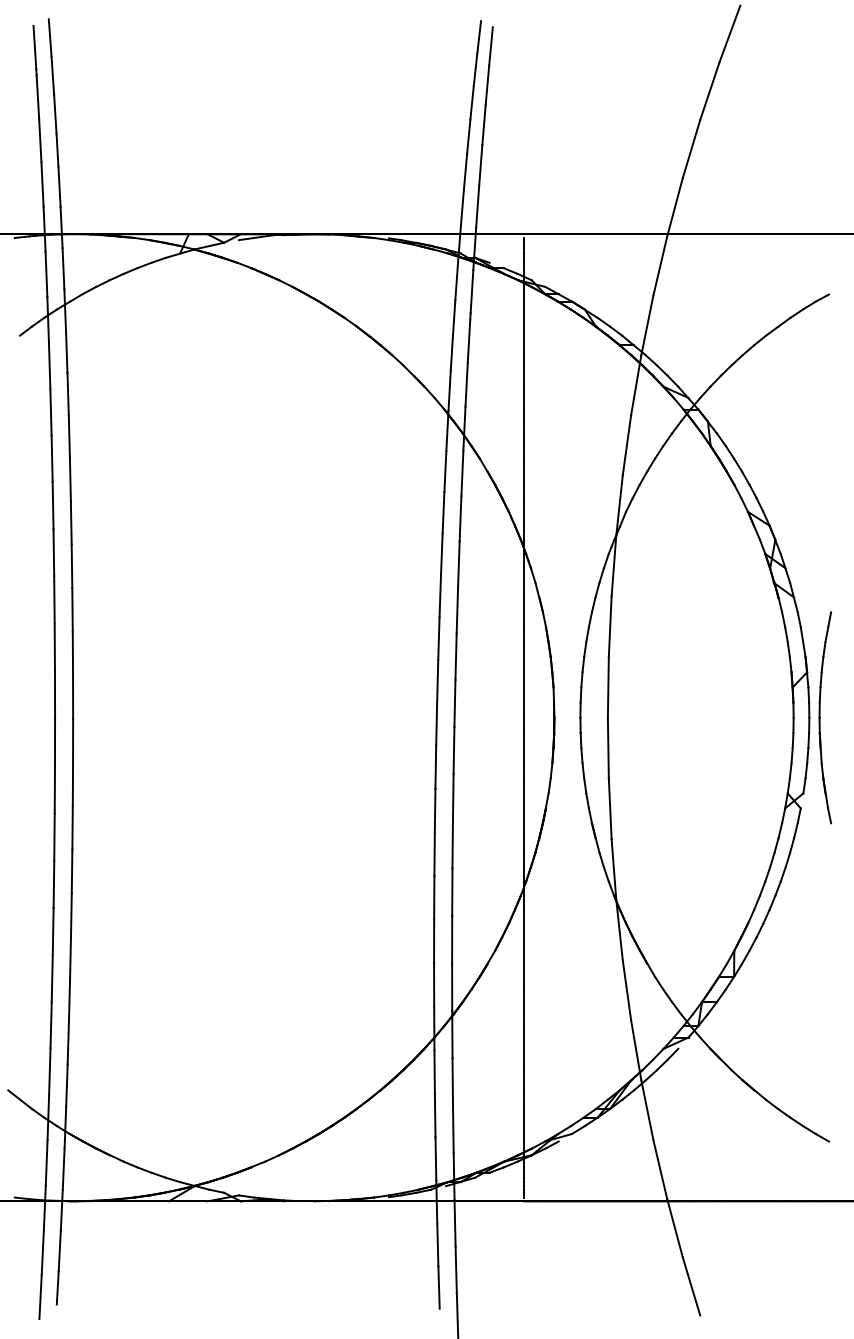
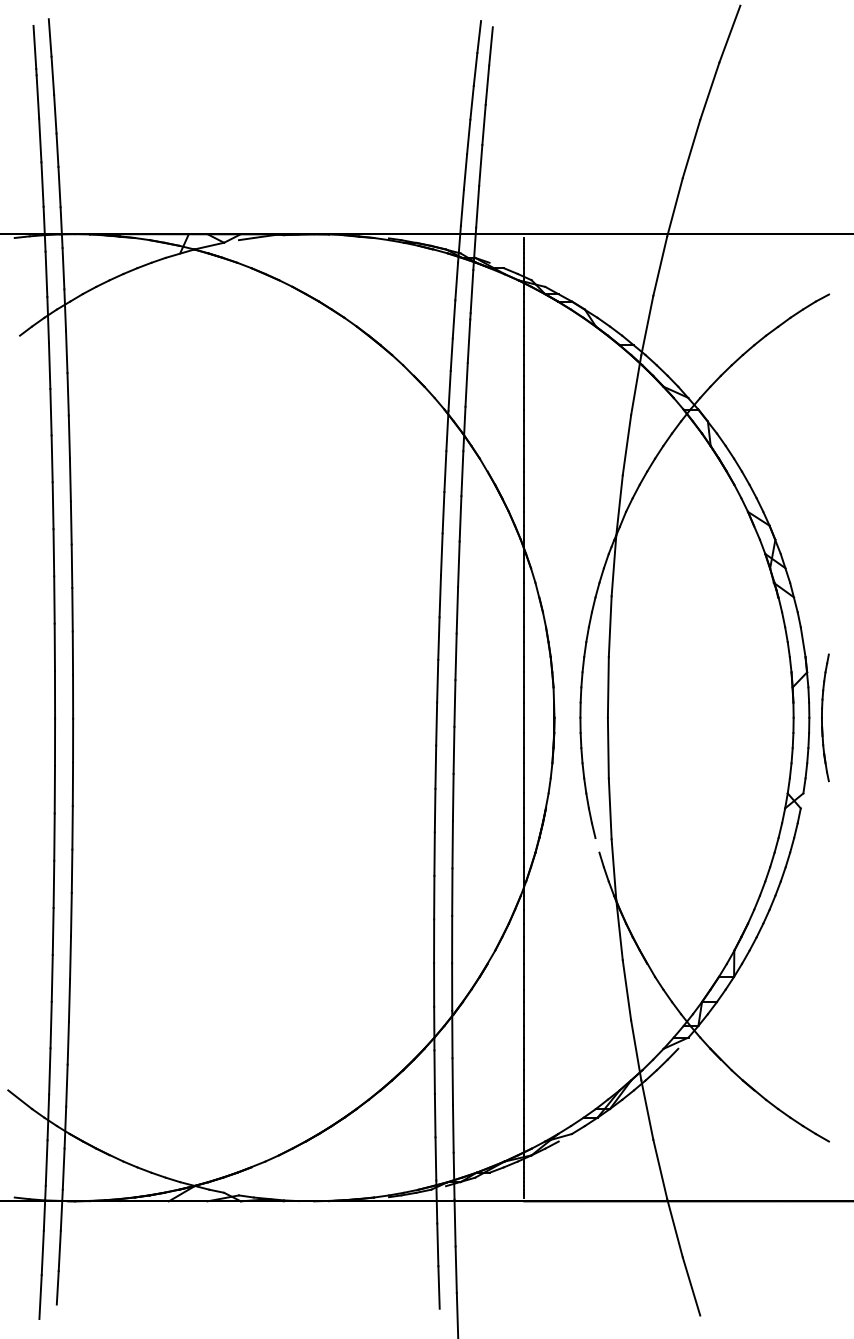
part at (825, 717) size: 15x214 px -> 9x130 px
line at (595, 837): present -> none
